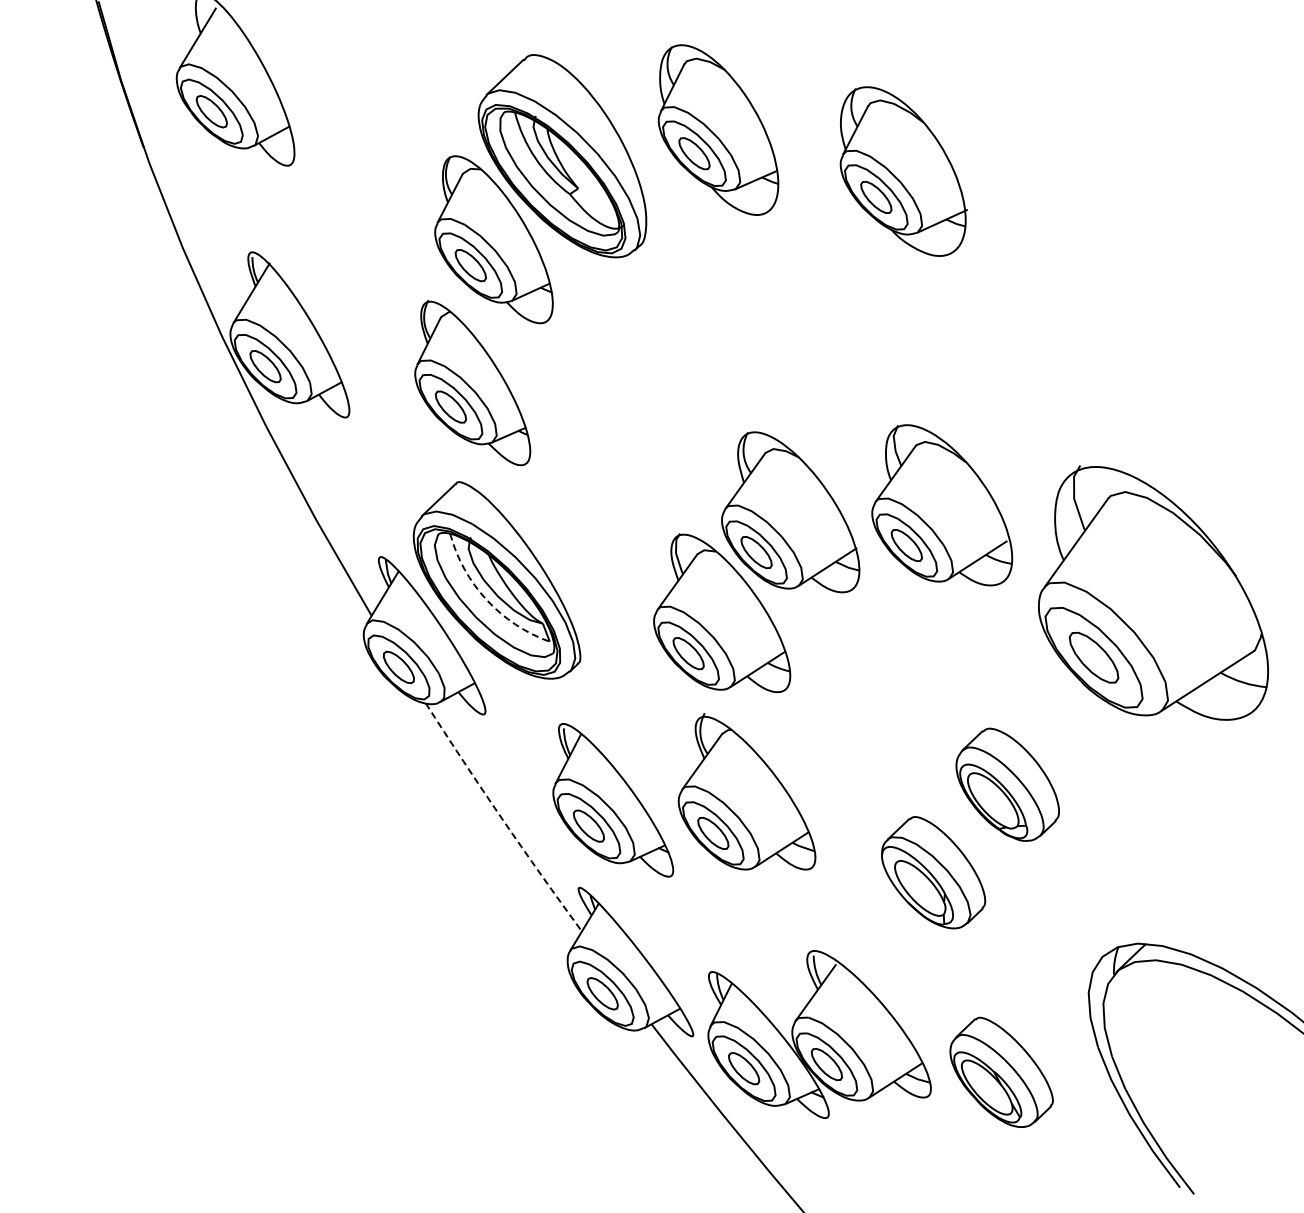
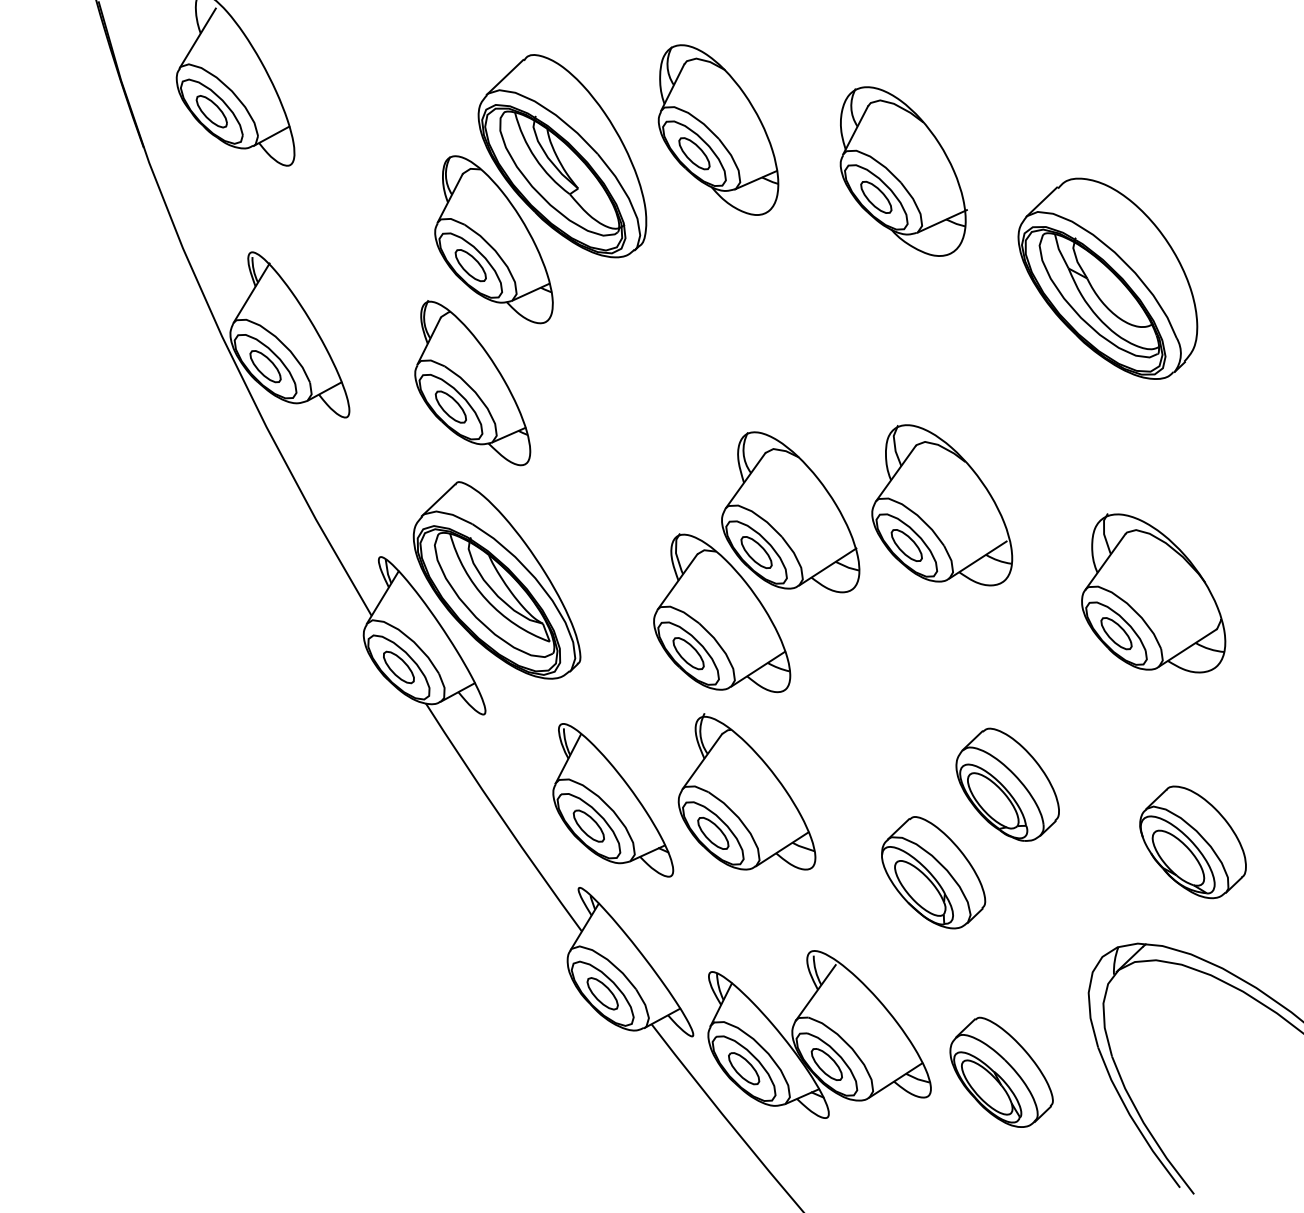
part at (1107, 278): none -> present
part at (1153, 592) size: 231x256 px -> 146x161 px
arc at (486, 599): dashed -> solid
arc at (502, 818): dashed -> solid
part at (1192, 842): none -> present
